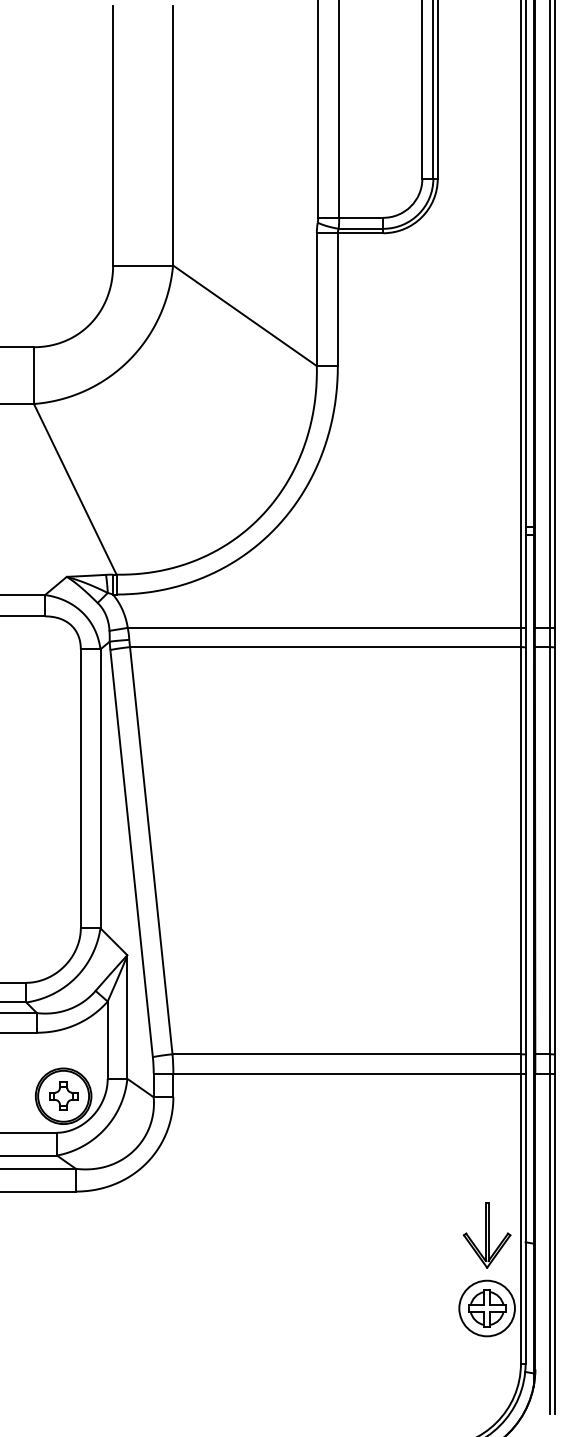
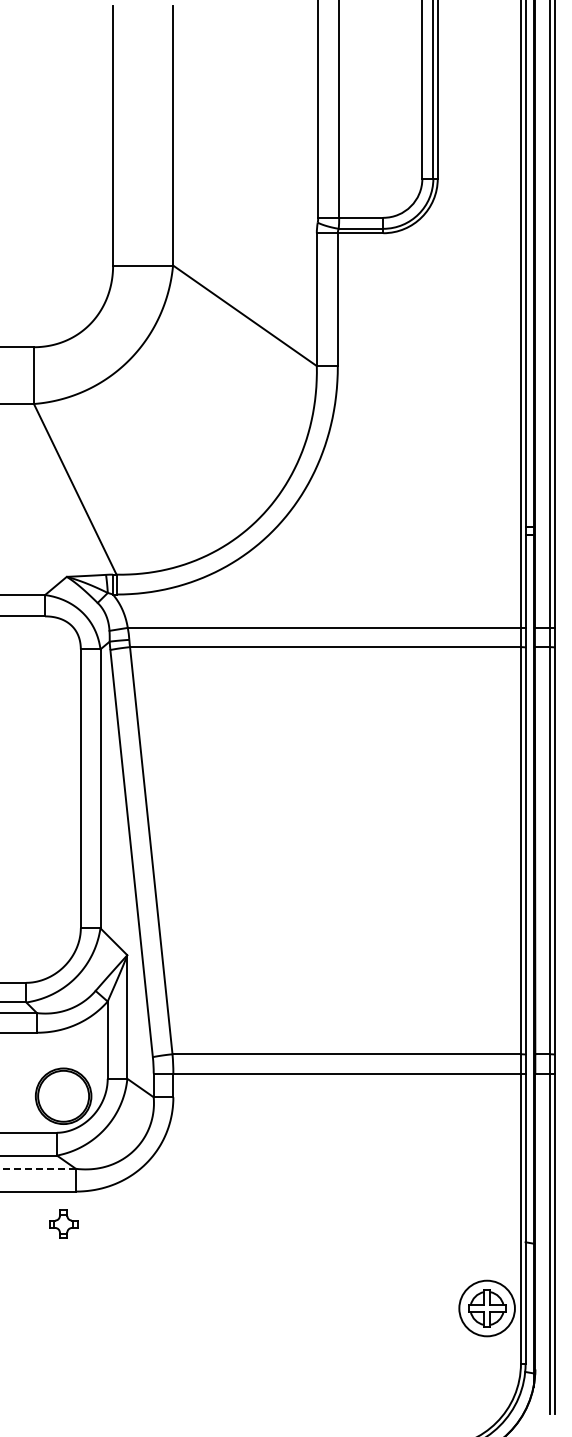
part at (63, 1095) position: (63, 1095) -> (63, 1223)
line at (37, 1168): solid -> dashed
part at (486, 1235): present -> none
